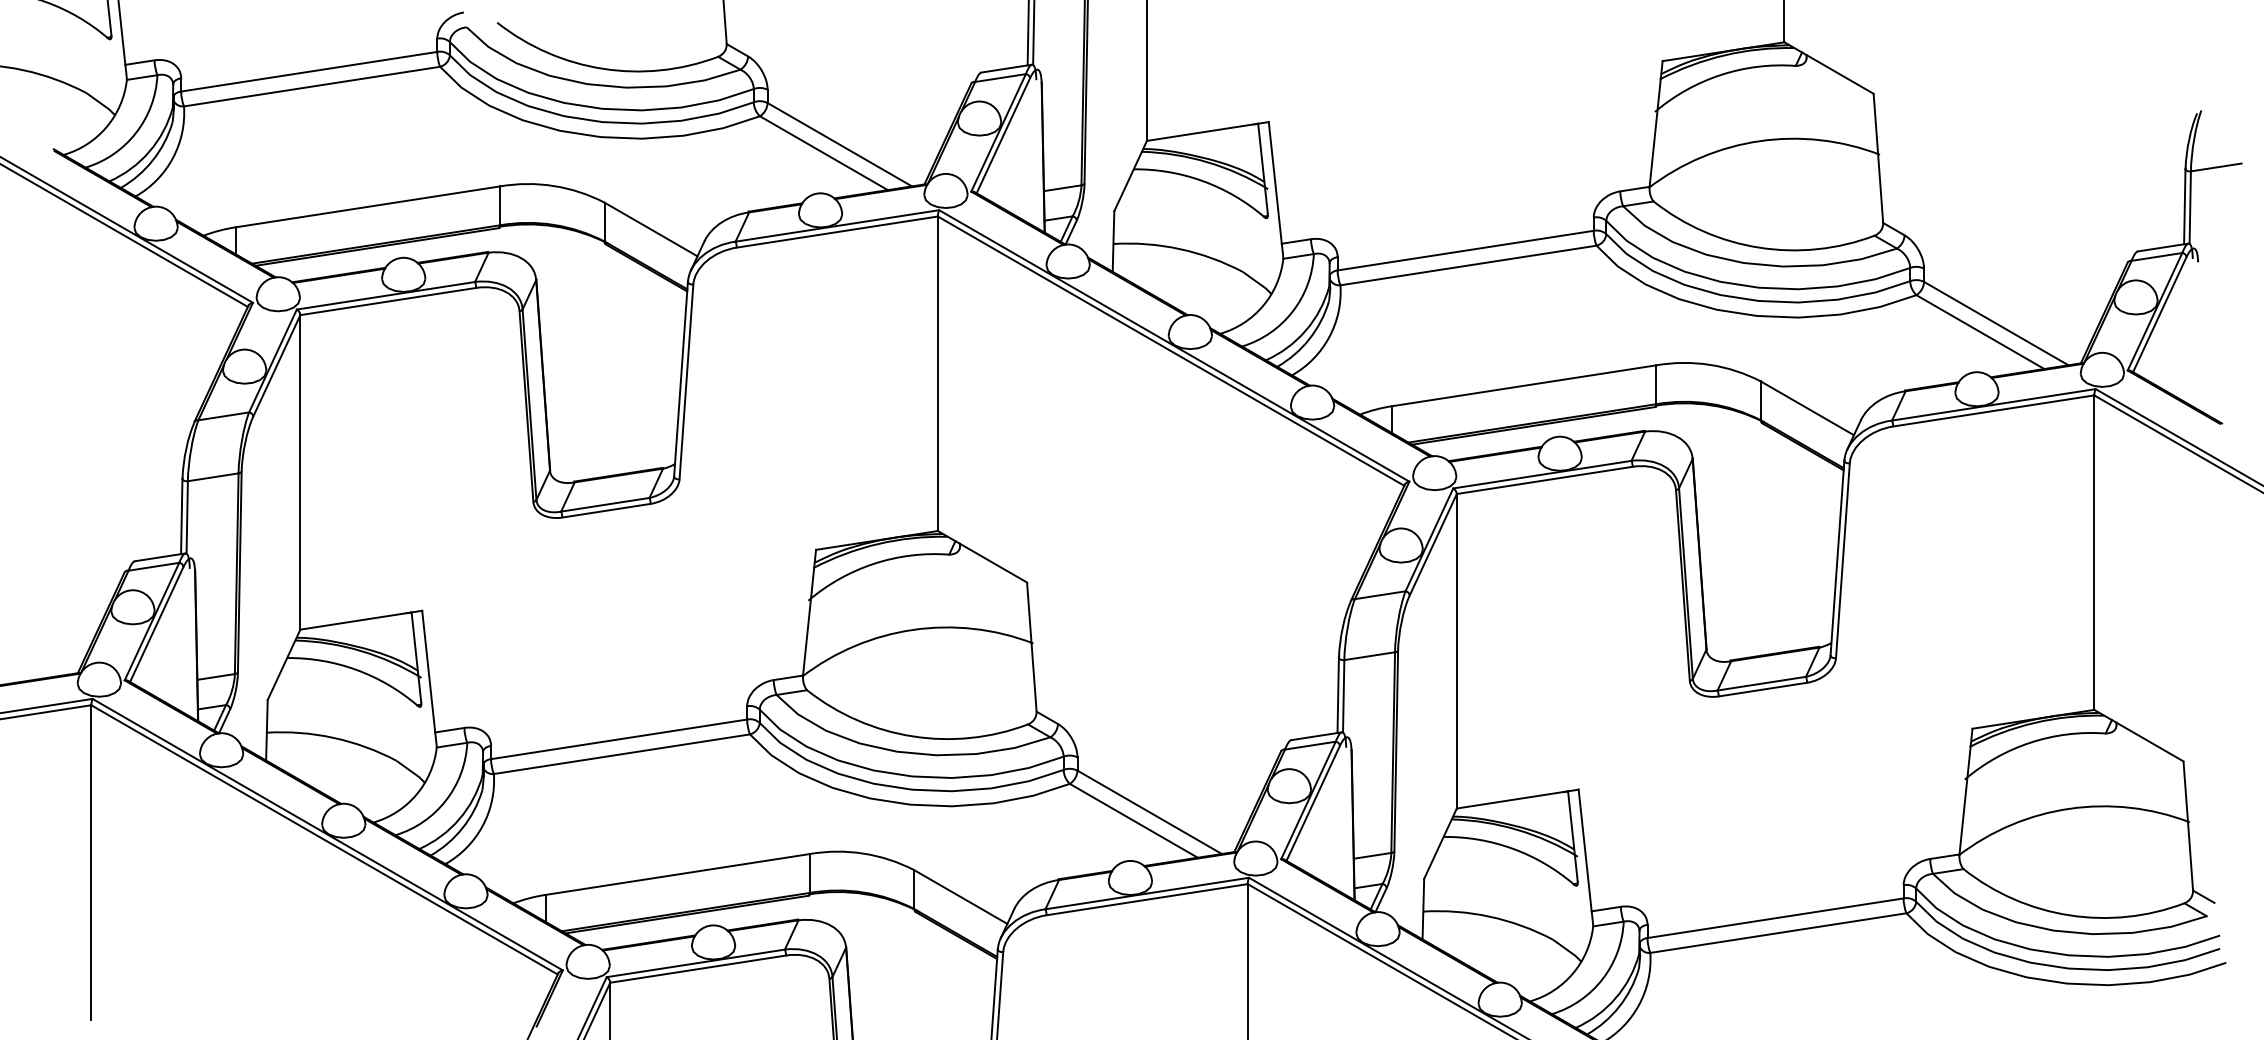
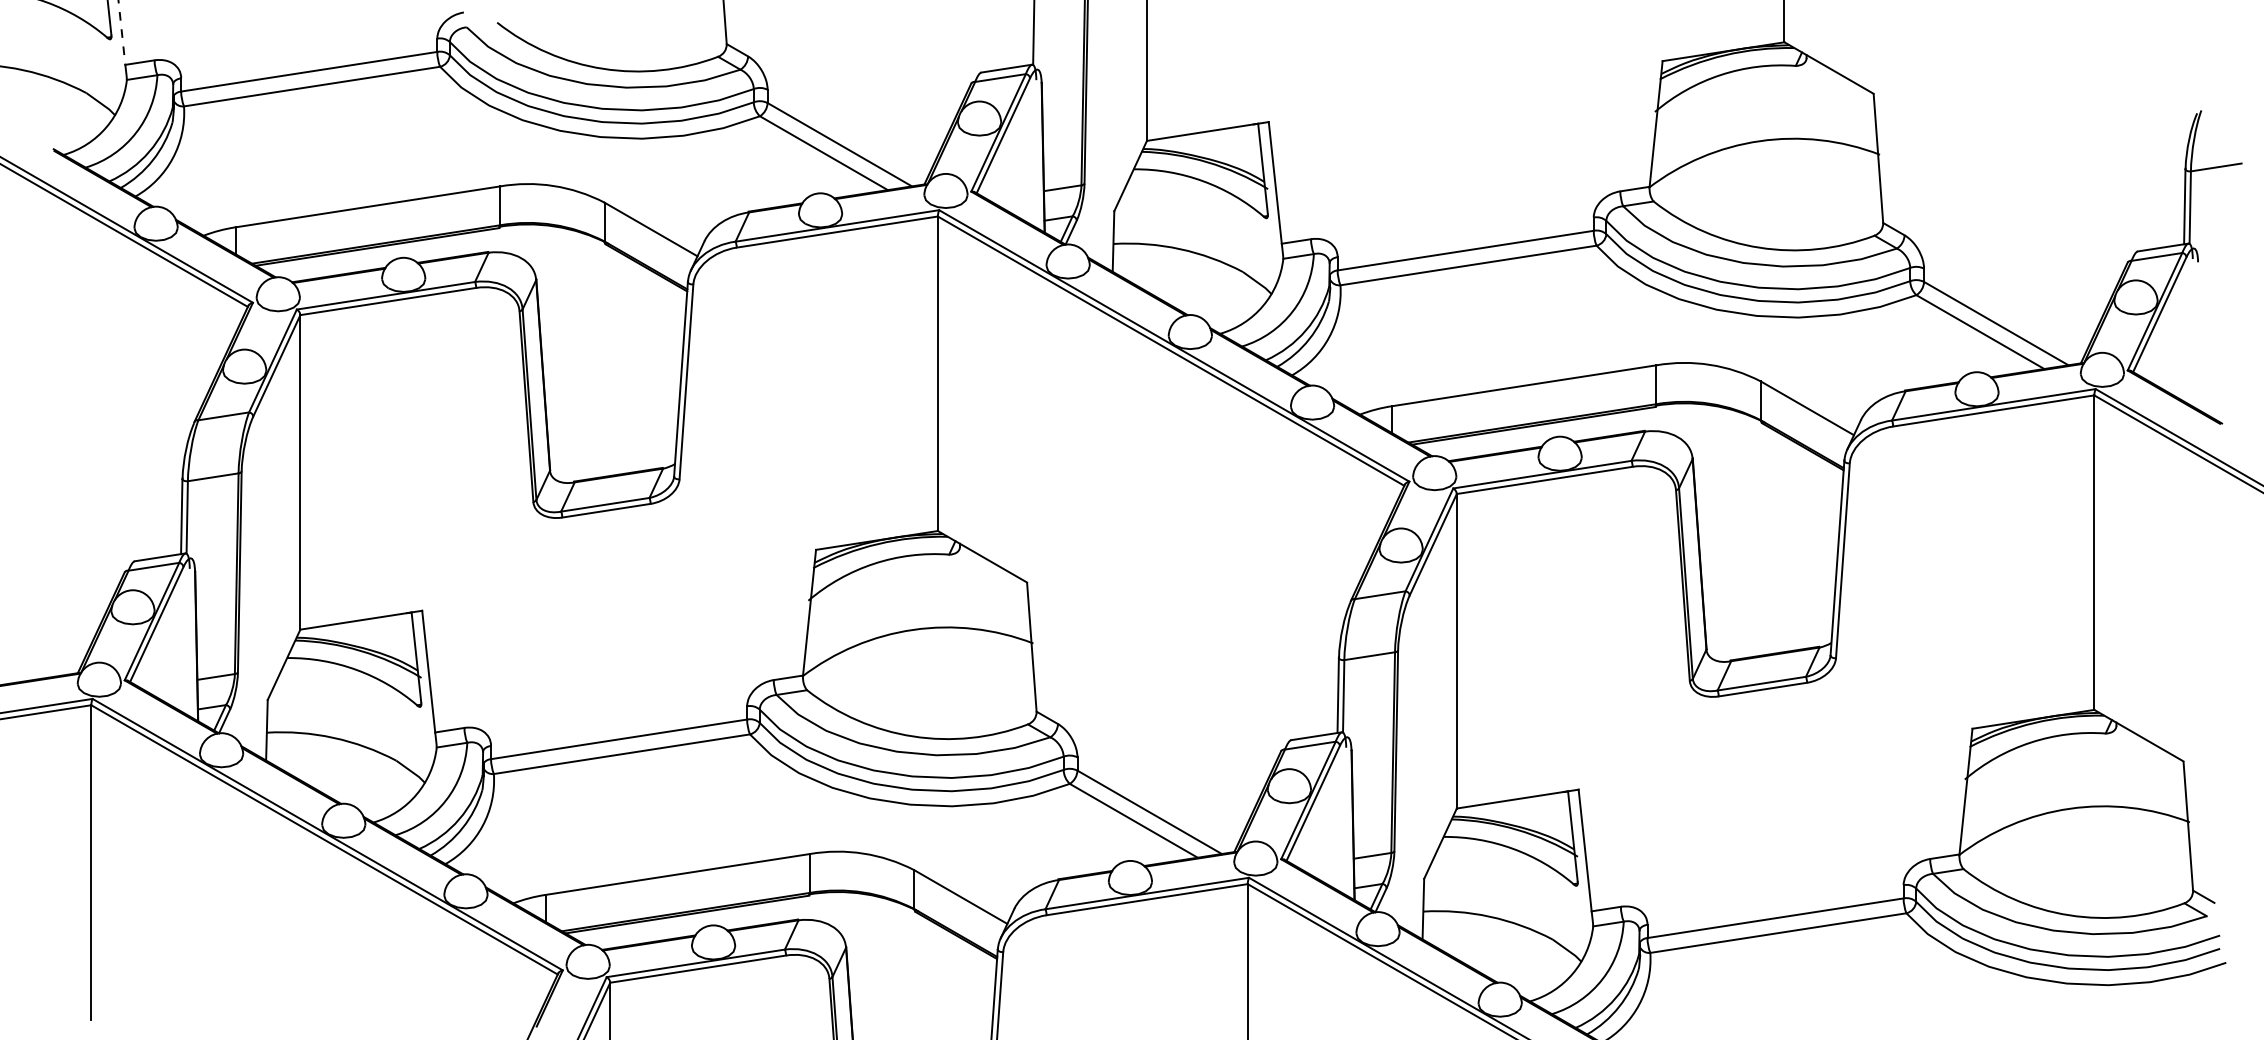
line at (121, 33): solid -> dashed
line at (1027, 33): present -> none
